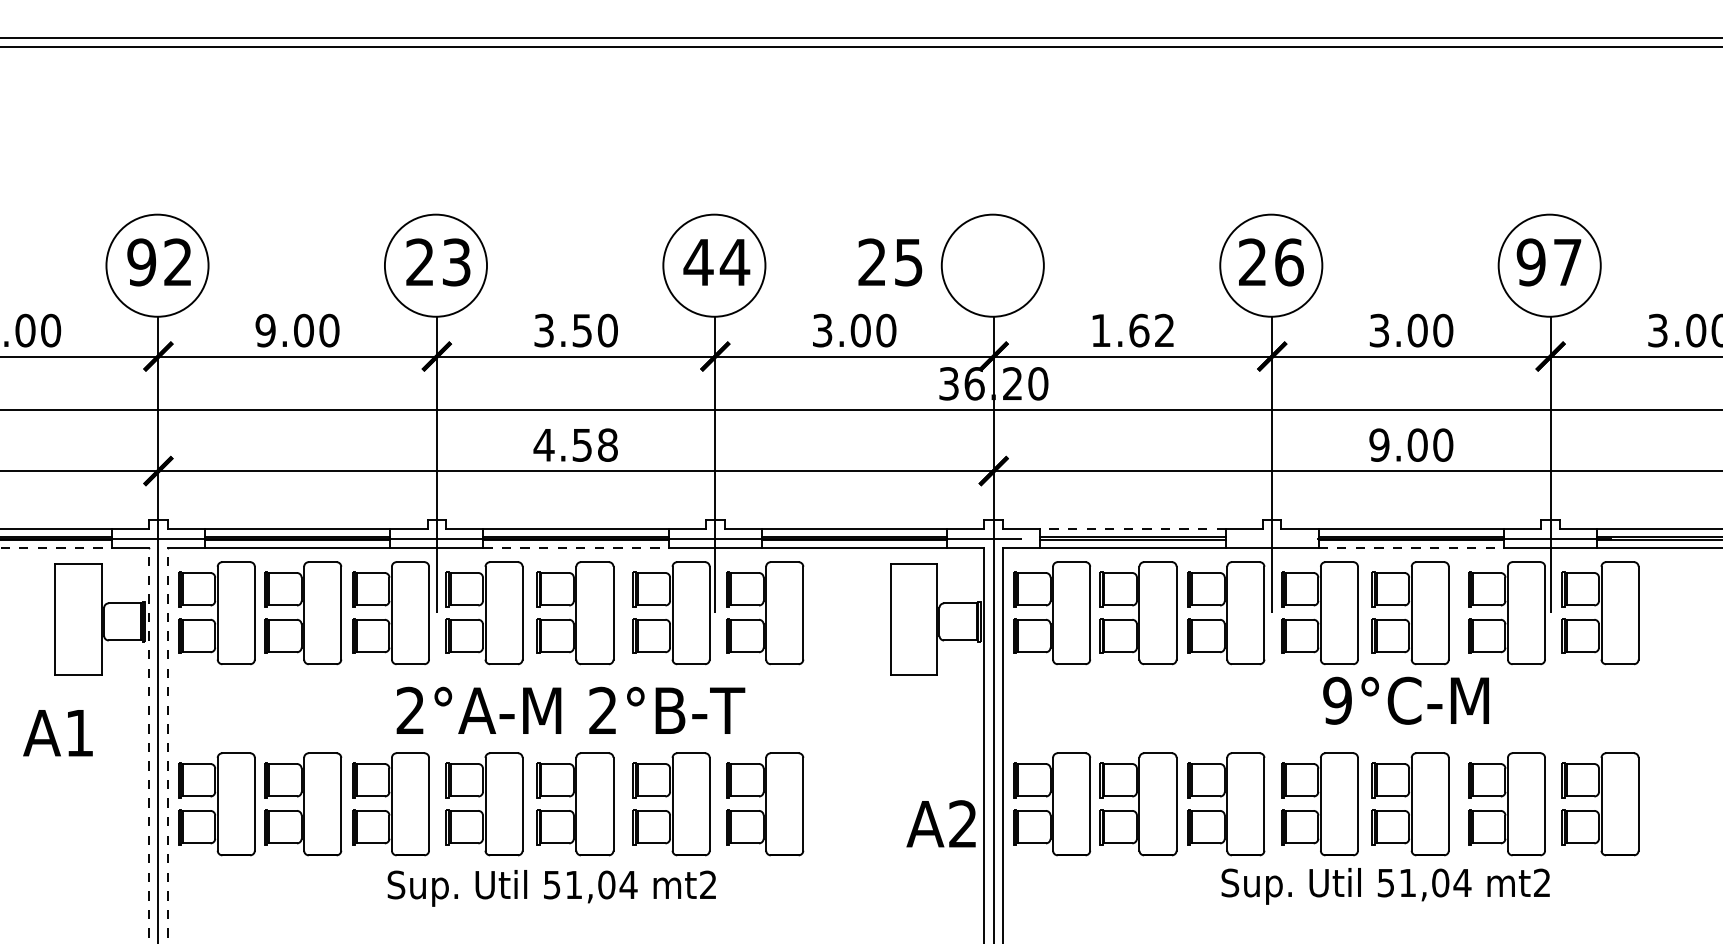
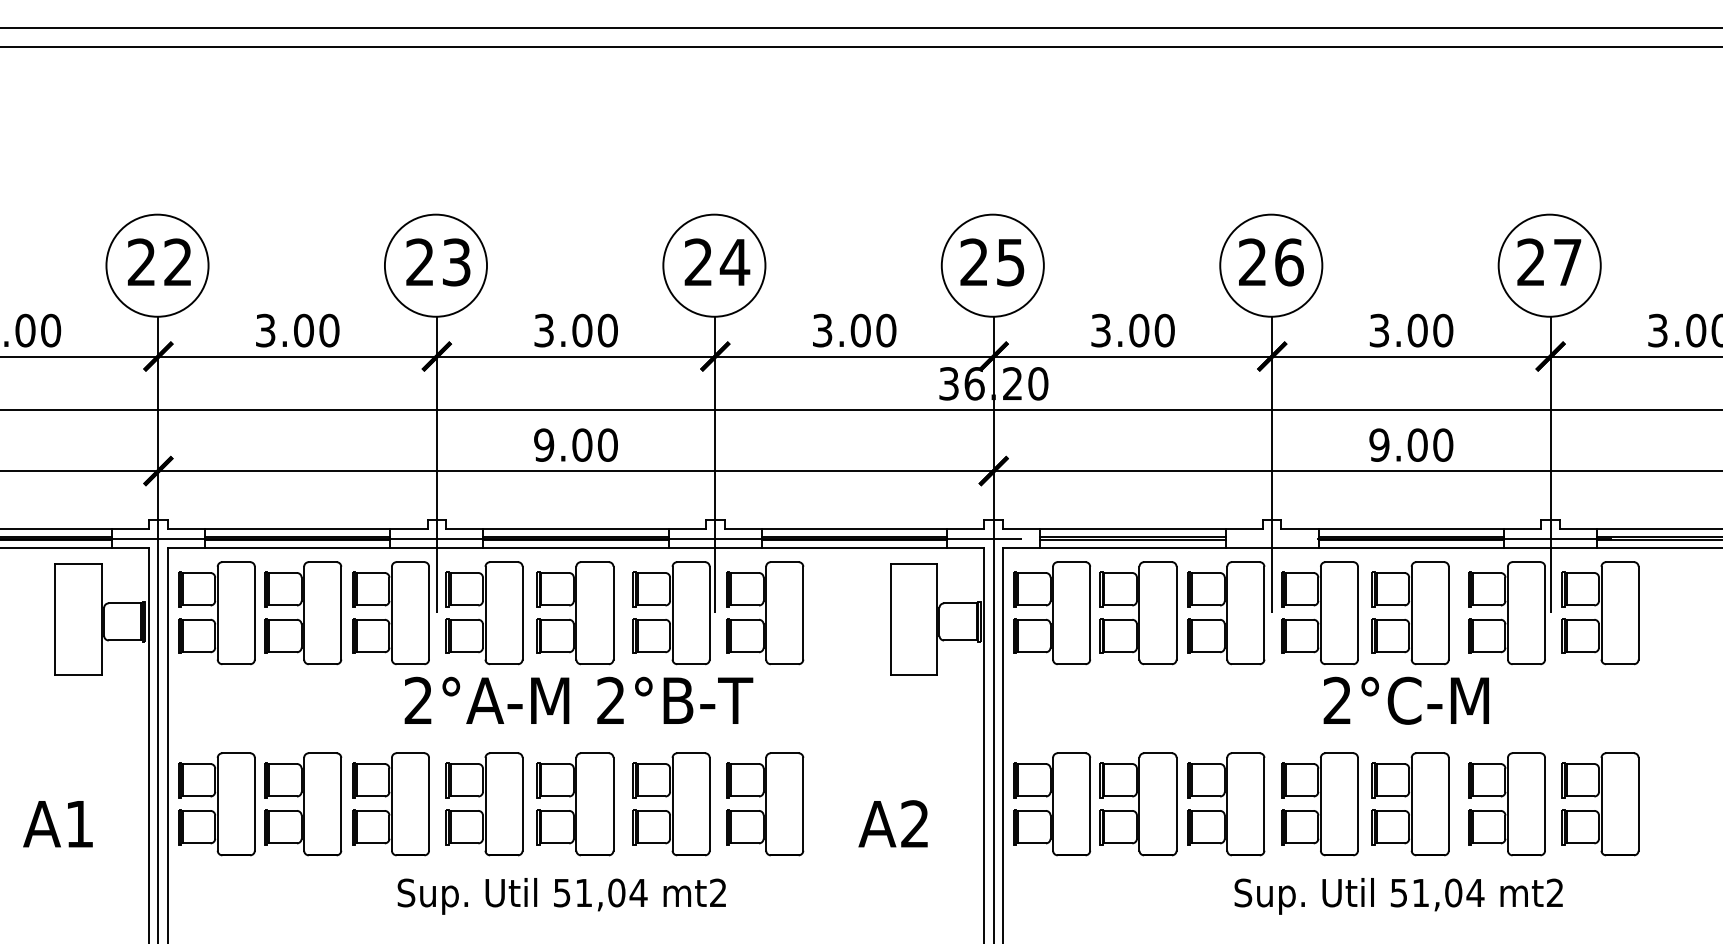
line at (860, 38) position: (860, 38) -> (860, 28)
text at (698, 261): 44 -> 24
text at (141, 262): 92 -> 22
text at (890, 262) position: (890, 262) -> (992, 262)
text at (1530, 262): 97 -> 27
text at (265, 330): 9.00 -> 3.00
text at (582, 330): 3.50 -> 3.00
text at (1132, 330): 1.62 -> 3.00
text at (575, 444): 4.58 -> 9.00
line at (1132, 529): dashed -> solid
line at (56, 547): dashed -> solid
line at (576, 547): dashed -> solid
line at (1411, 547): dashed -> solid
text at (1337, 700): 9°C-M -> 2°C-M
text at (570, 709) position: (570, 709) -> (578, 699)
text at (57, 733) position: (57, 733) -> (57, 824)
line at (149, 745): dashed -> solid
line at (167, 745): dashed -> solid
text at (940, 823) position: (940, 823) -> (892, 823)
text at (1385, 886) position: (1385, 886) -> (1398, 896)
text at (551, 888) position: (551, 888) -> (561, 896)
